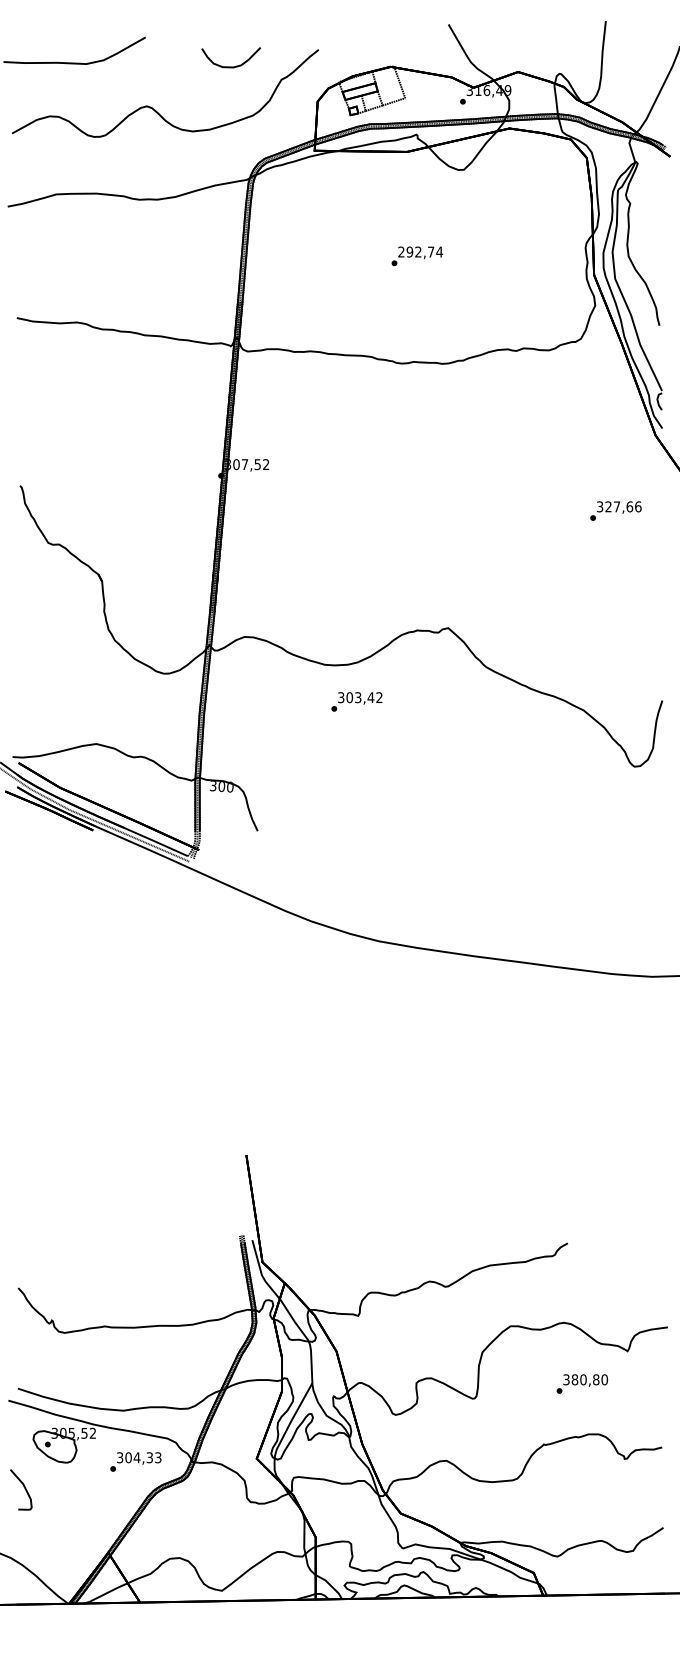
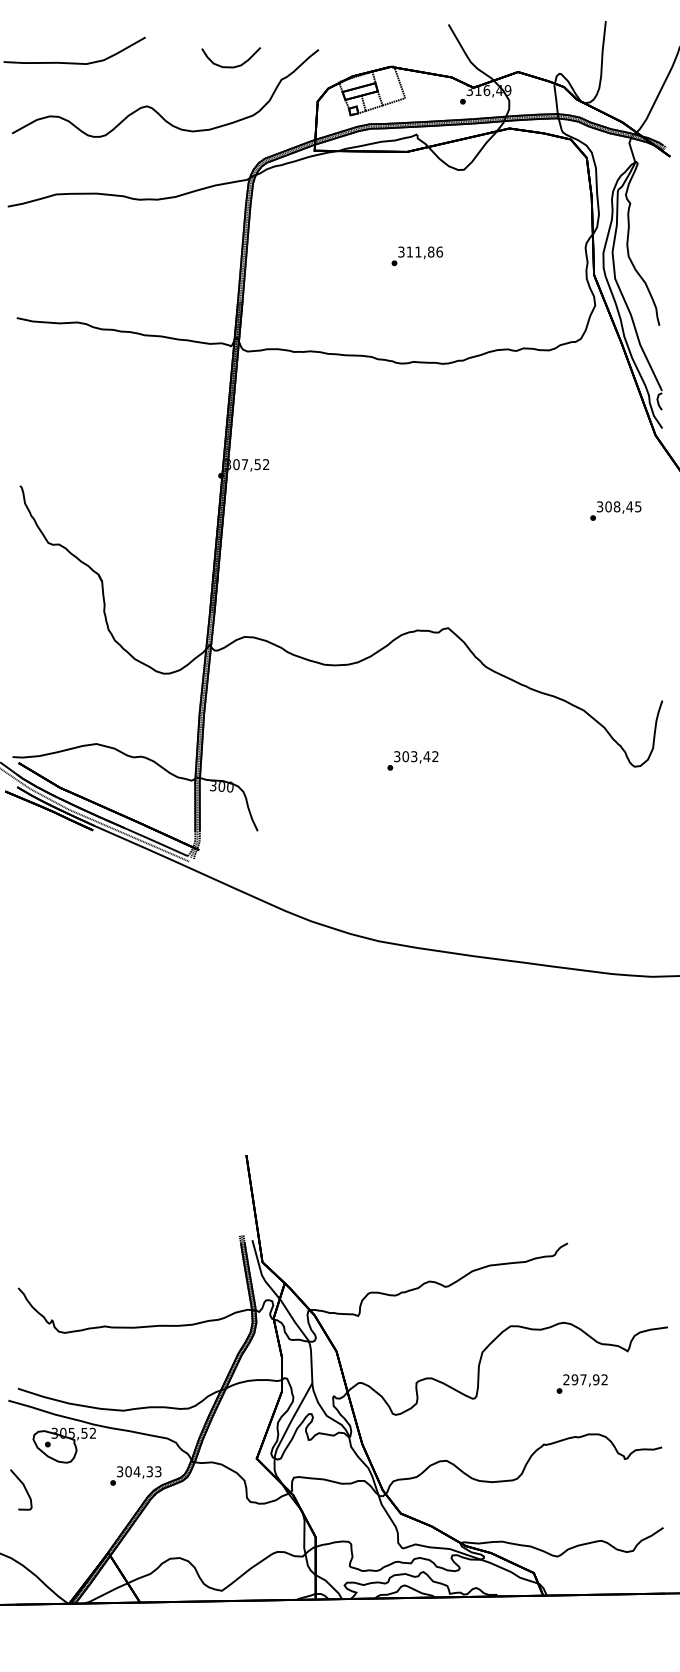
text at (420, 251): 292,74 -> 311,86
text at (623, 506): 327,66 -> 308,45
text at (356, 701) position: (356, 701) -> (412, 760)
text at (585, 1379): 380,80 -> 297,92
text at (135, 1461) position: (135, 1461) -> (135, 1475)
